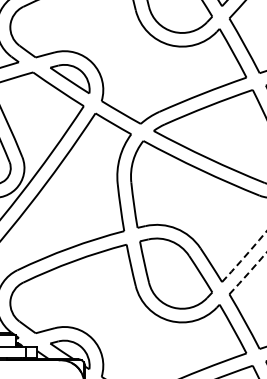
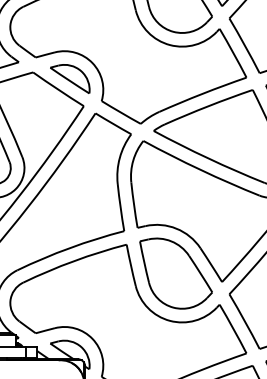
arc at (244, 256): dashed -> solid
arc at (248, 272): dashed -> solid
